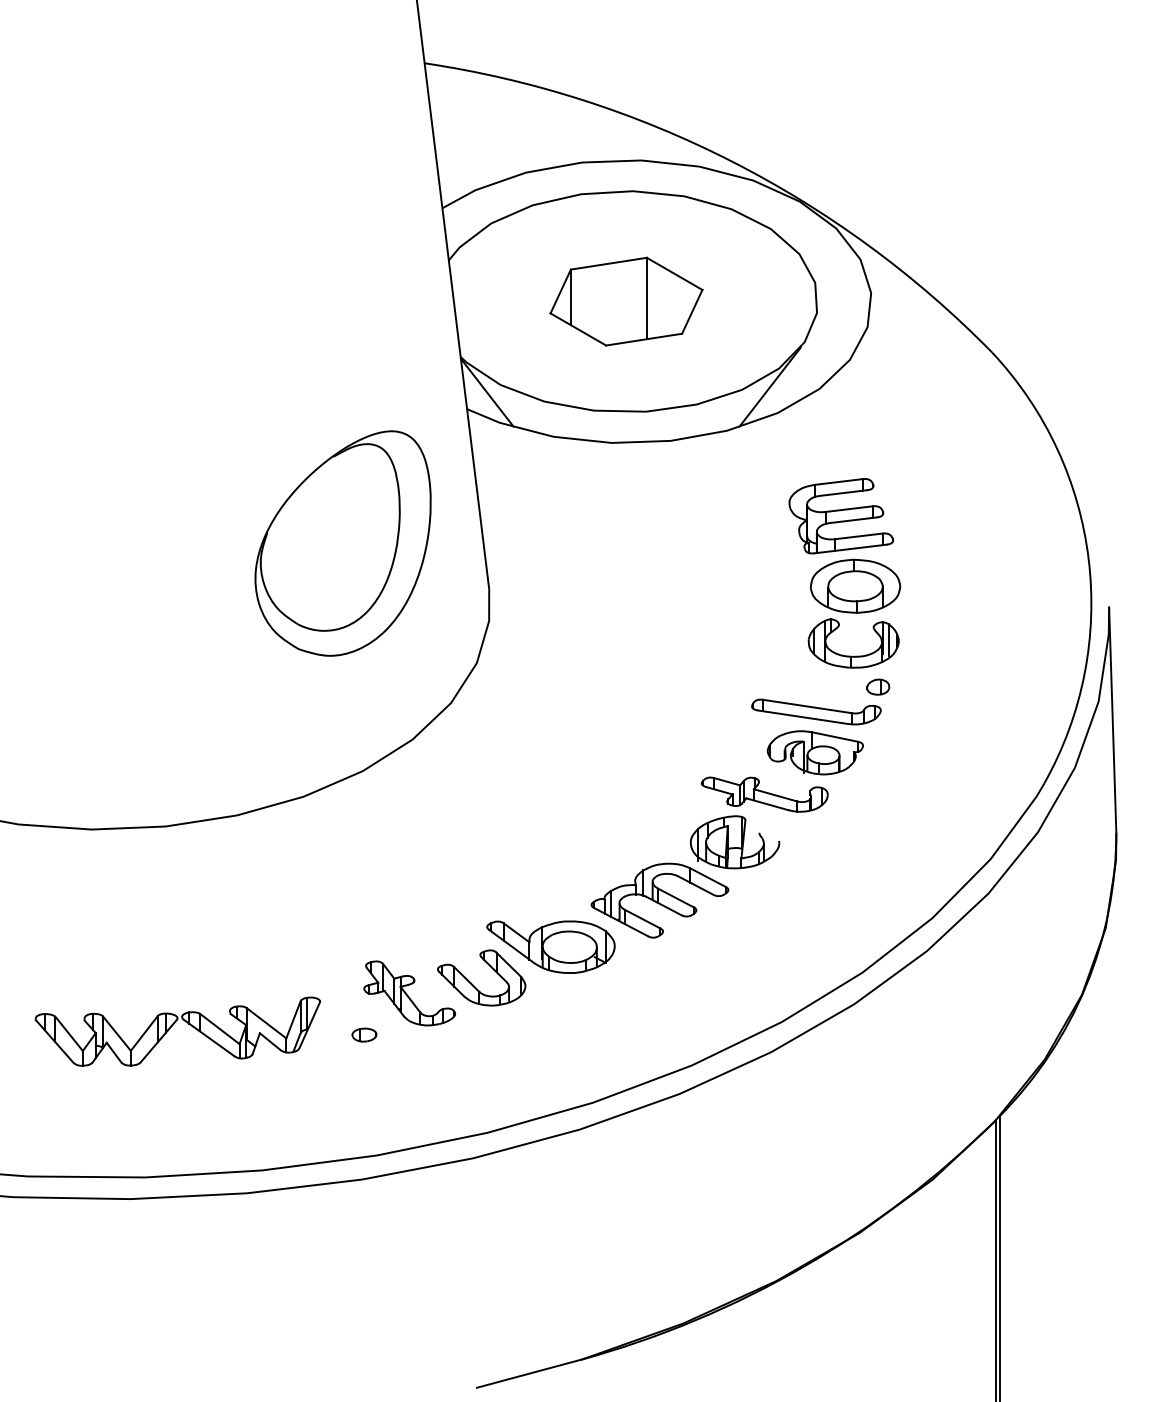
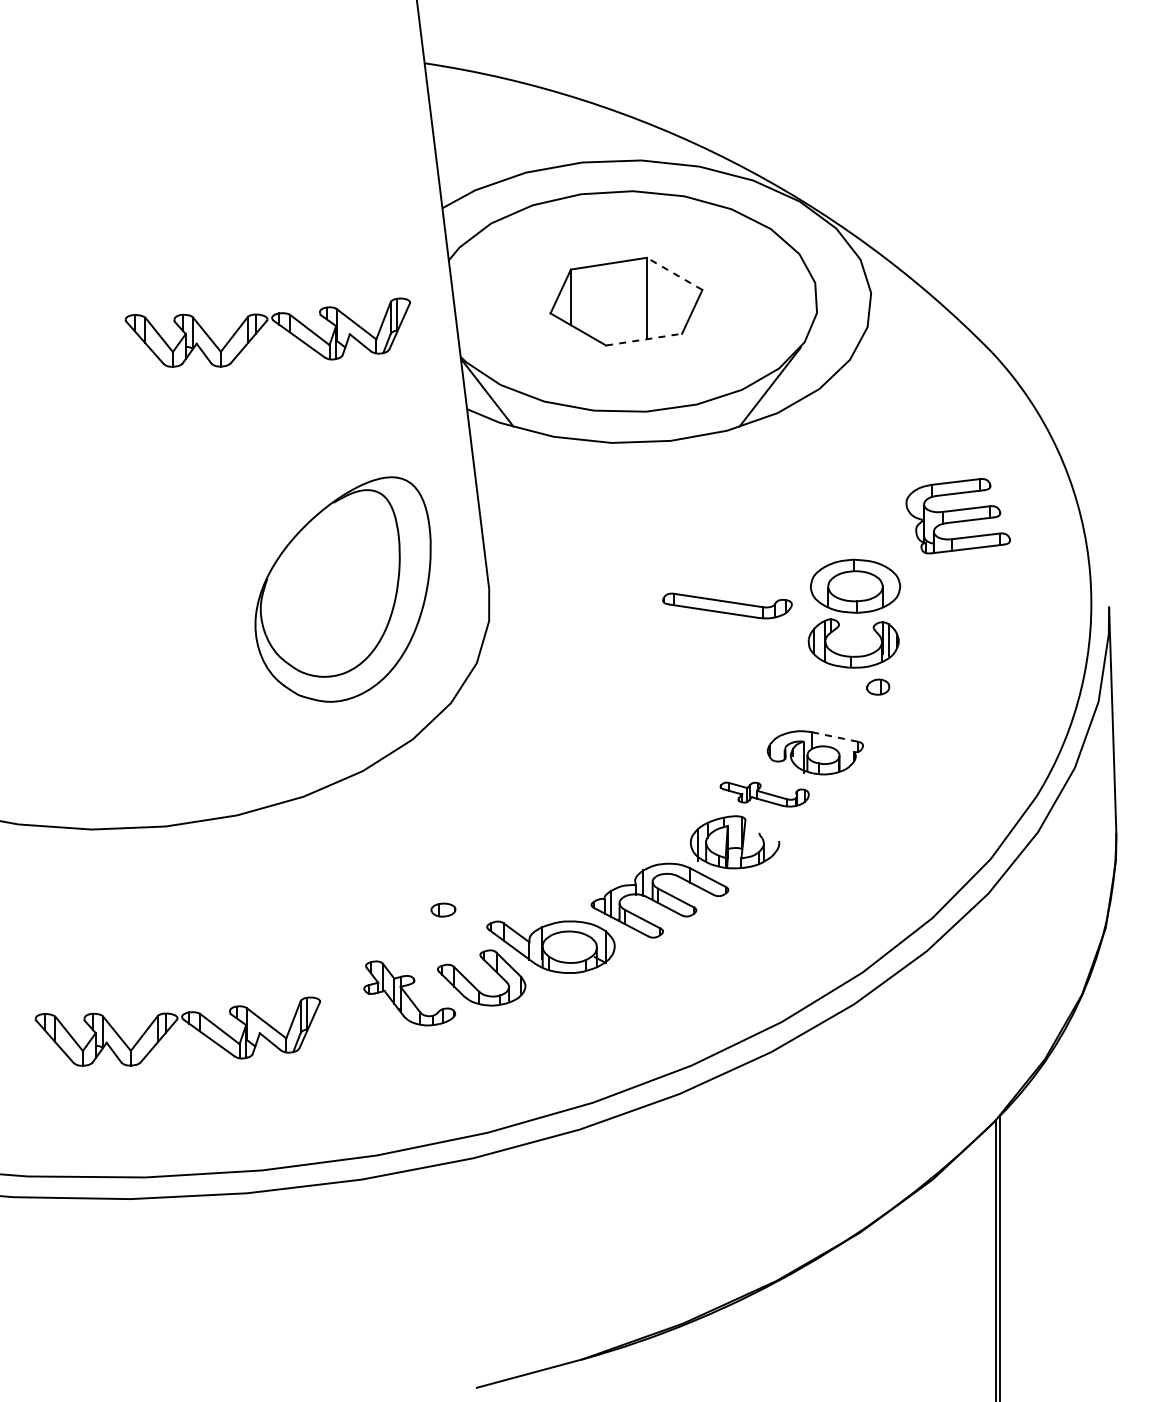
line at (674, 273): solid -> dashed
part at (262, 327): none -> present
line at (644, 339): solid -> dashed
part at (840, 516) position: (840, 516) -> (957, 516)
part at (342, 543) position: (342, 543) -> (342, 589)
part at (816, 711) position: (816, 711) -> (727, 605)
line at (835, 737): solid -> dashed
part at (764, 794) size: 129x37 px -> 91x27 px
part at (364, 1034) position: (364, 1034) -> (443, 909)
